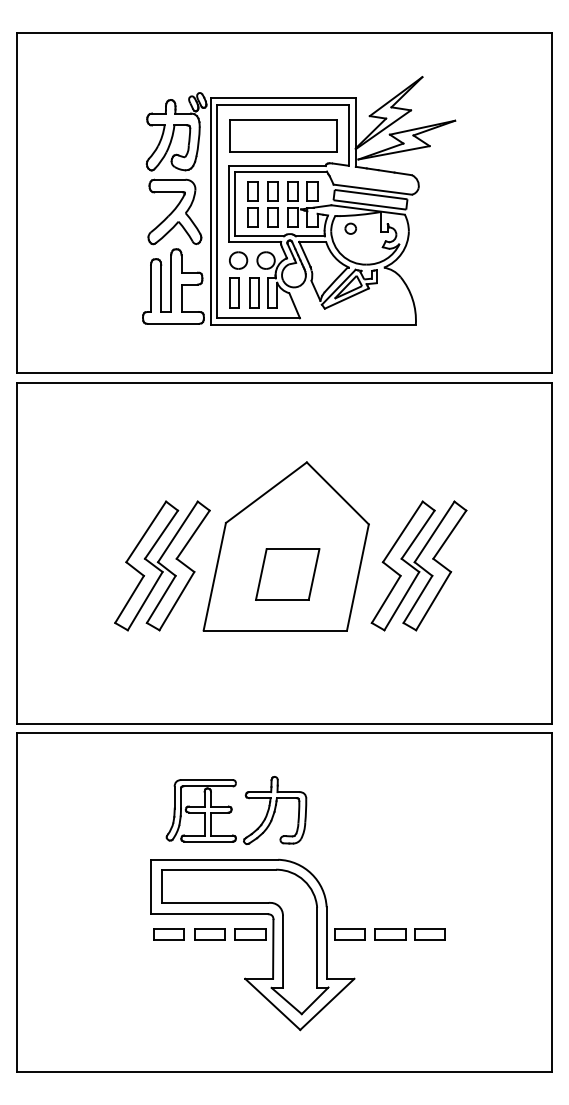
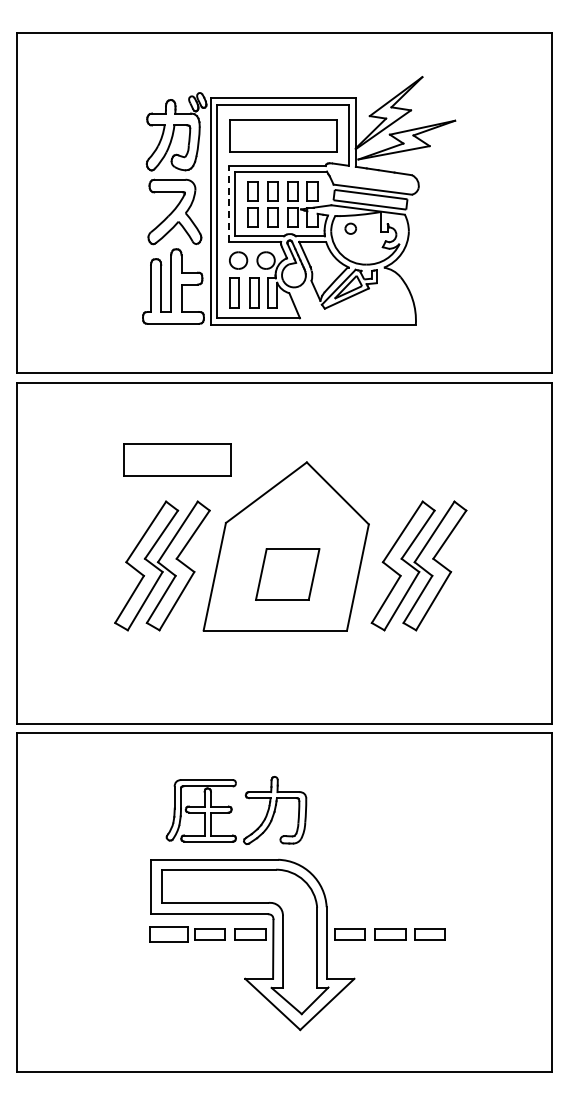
line at (229, 203): solid -> dashed
part at (177, 459): none -> present
part at (168, 934) size: 32x13 px -> 40x17 px
